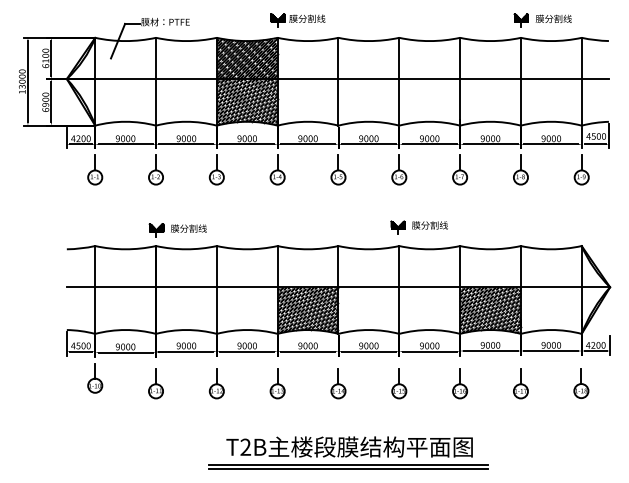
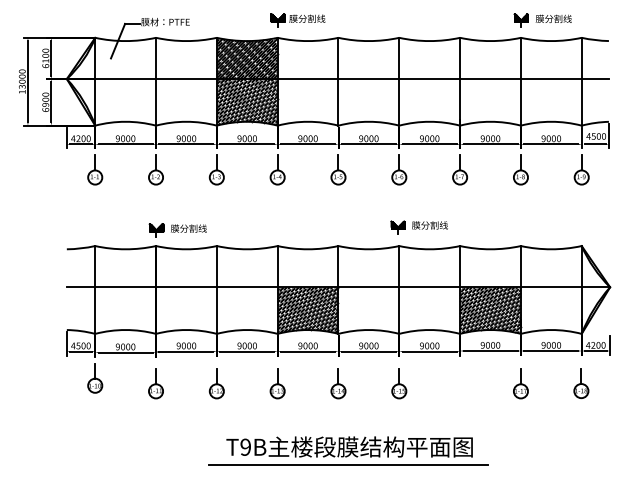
part at (460, 383): present -> none
text at (245, 447): T2B -> T9B
line at (348, 468): present -> none
